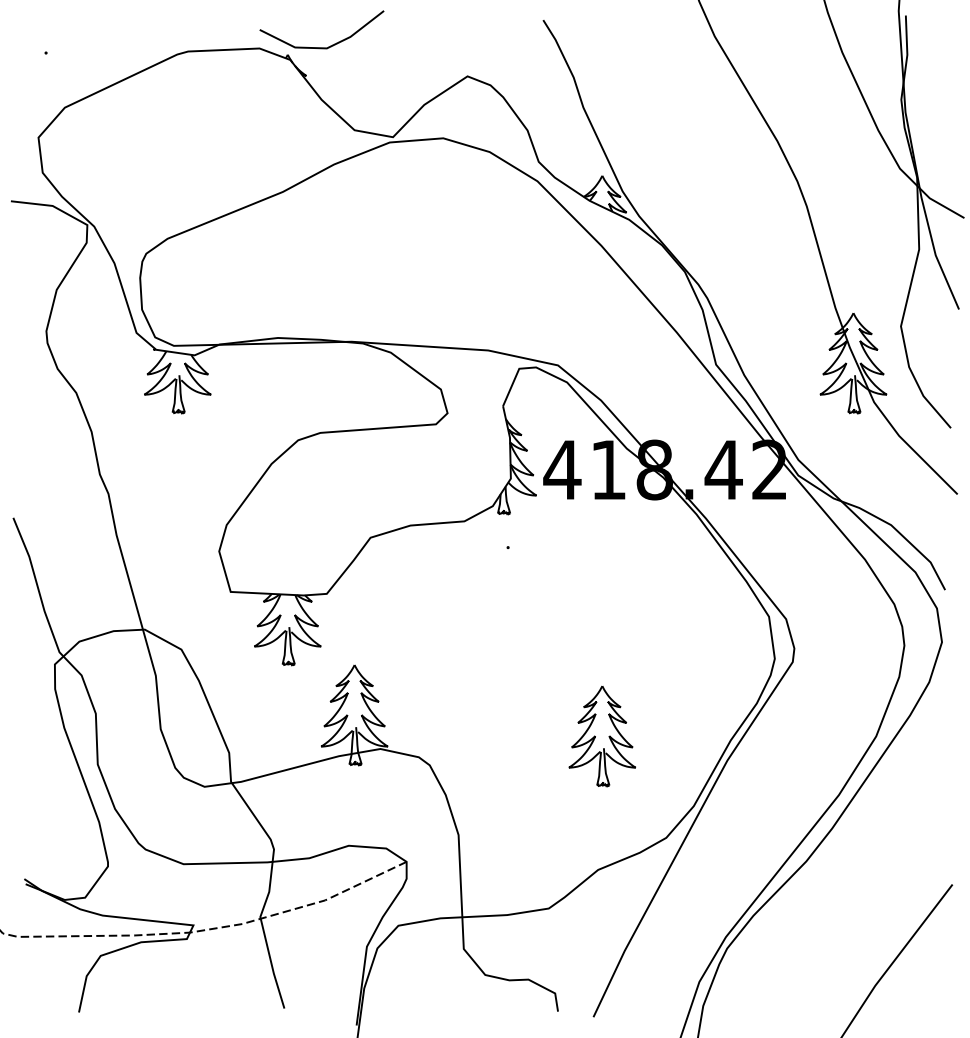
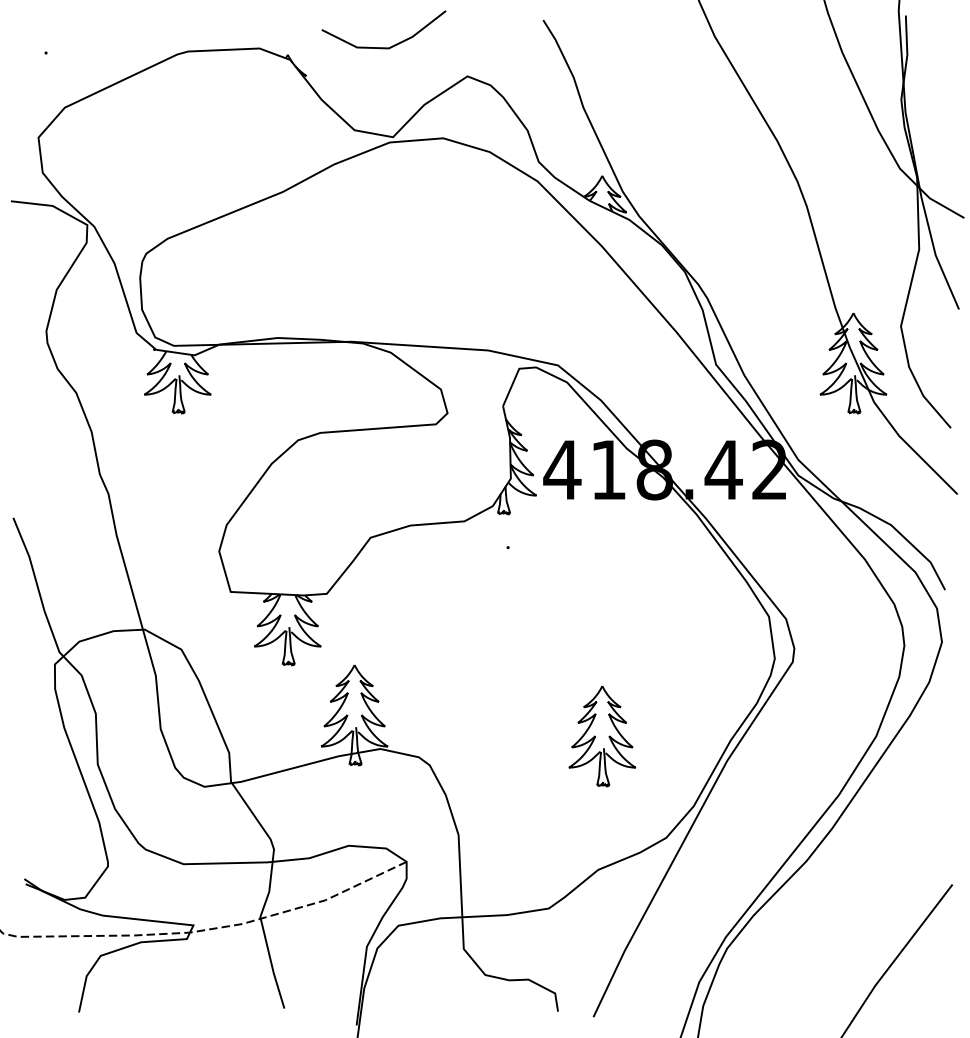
line at (321, 47) position: (321, 47) -> (383, 47)
